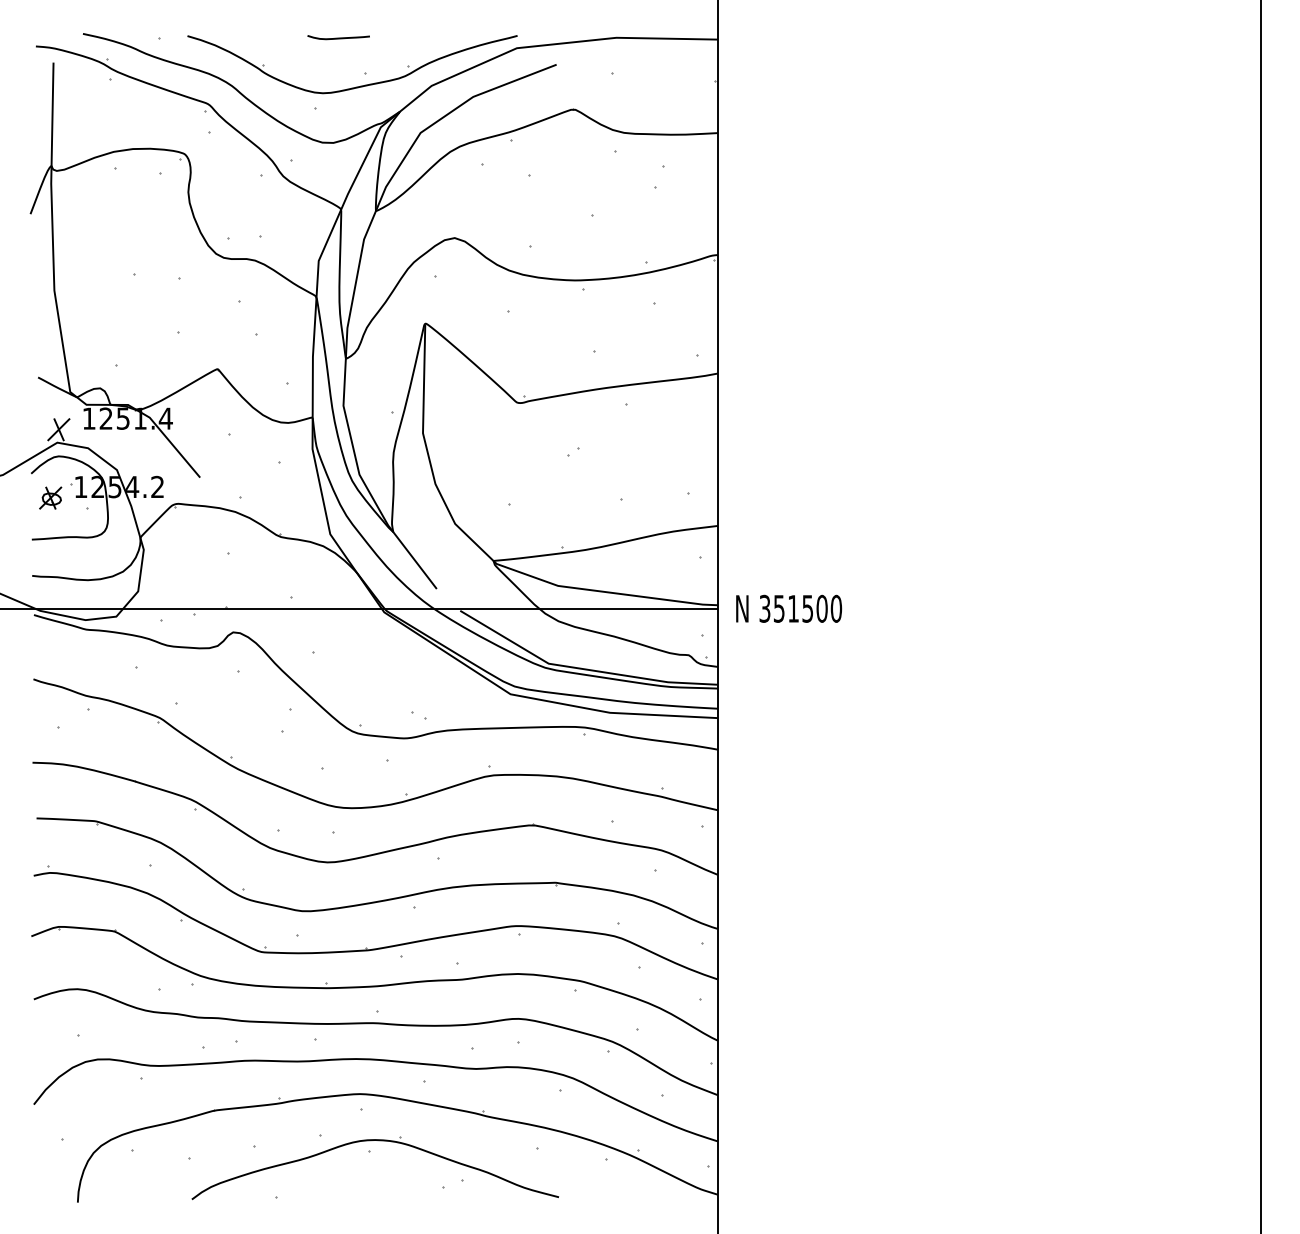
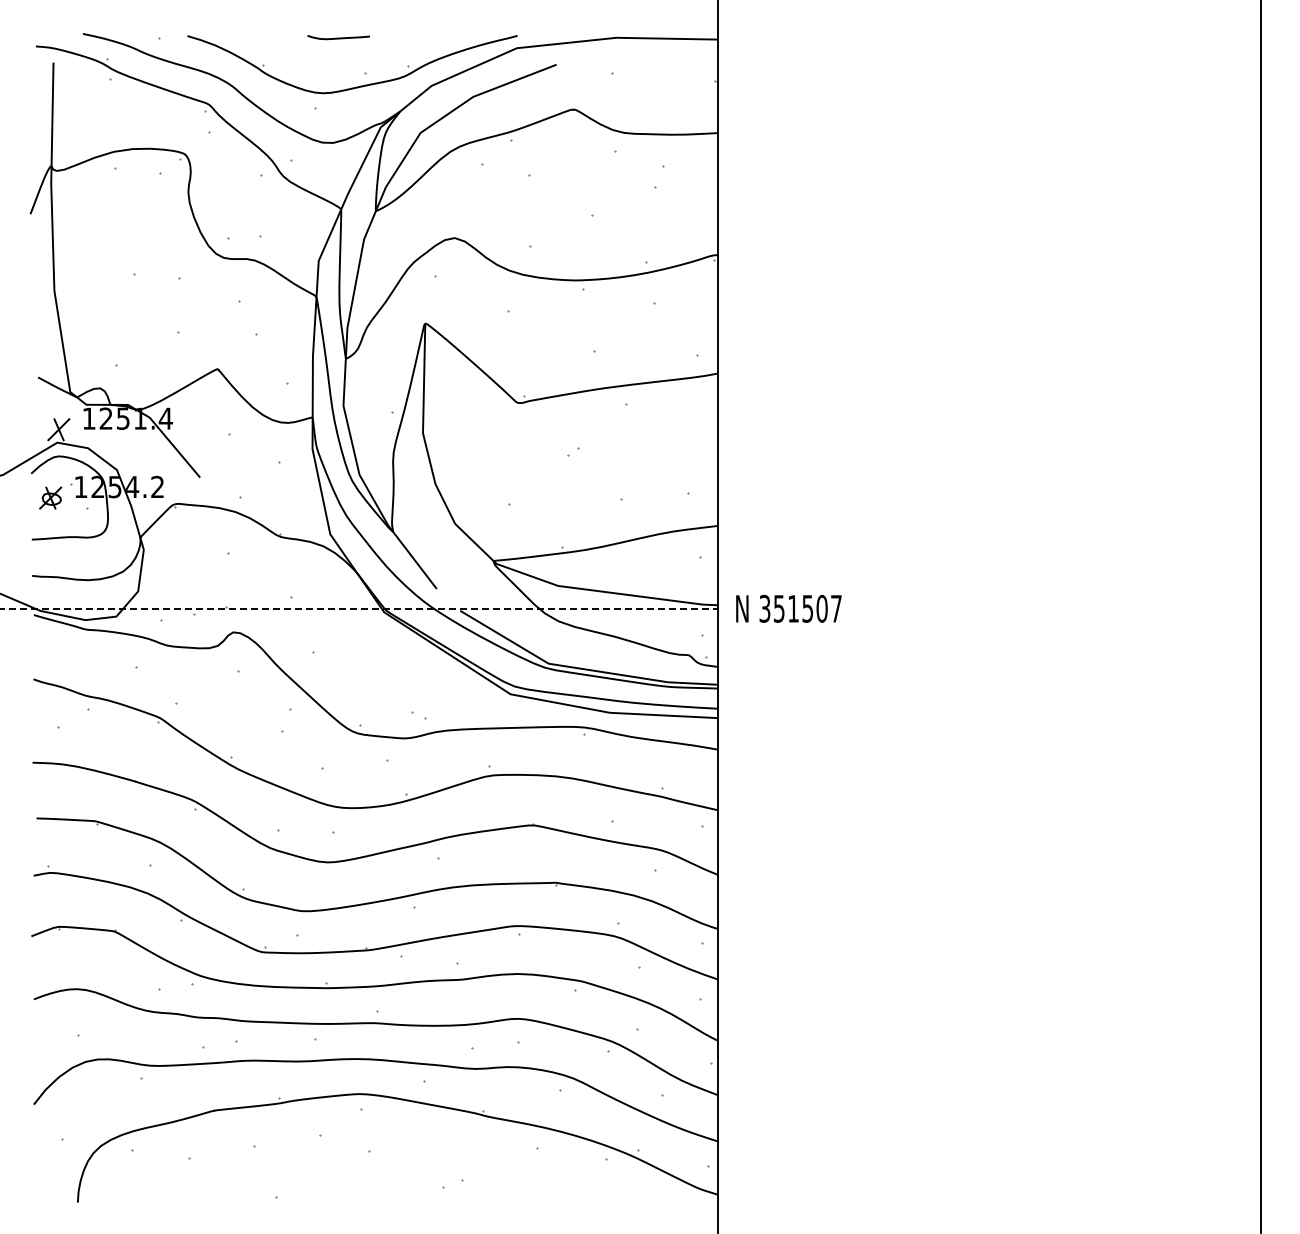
line at (359, 608): solid -> dashed
text at (836, 608): 351500 -> 351507
part at (378, 1141): present -> none
